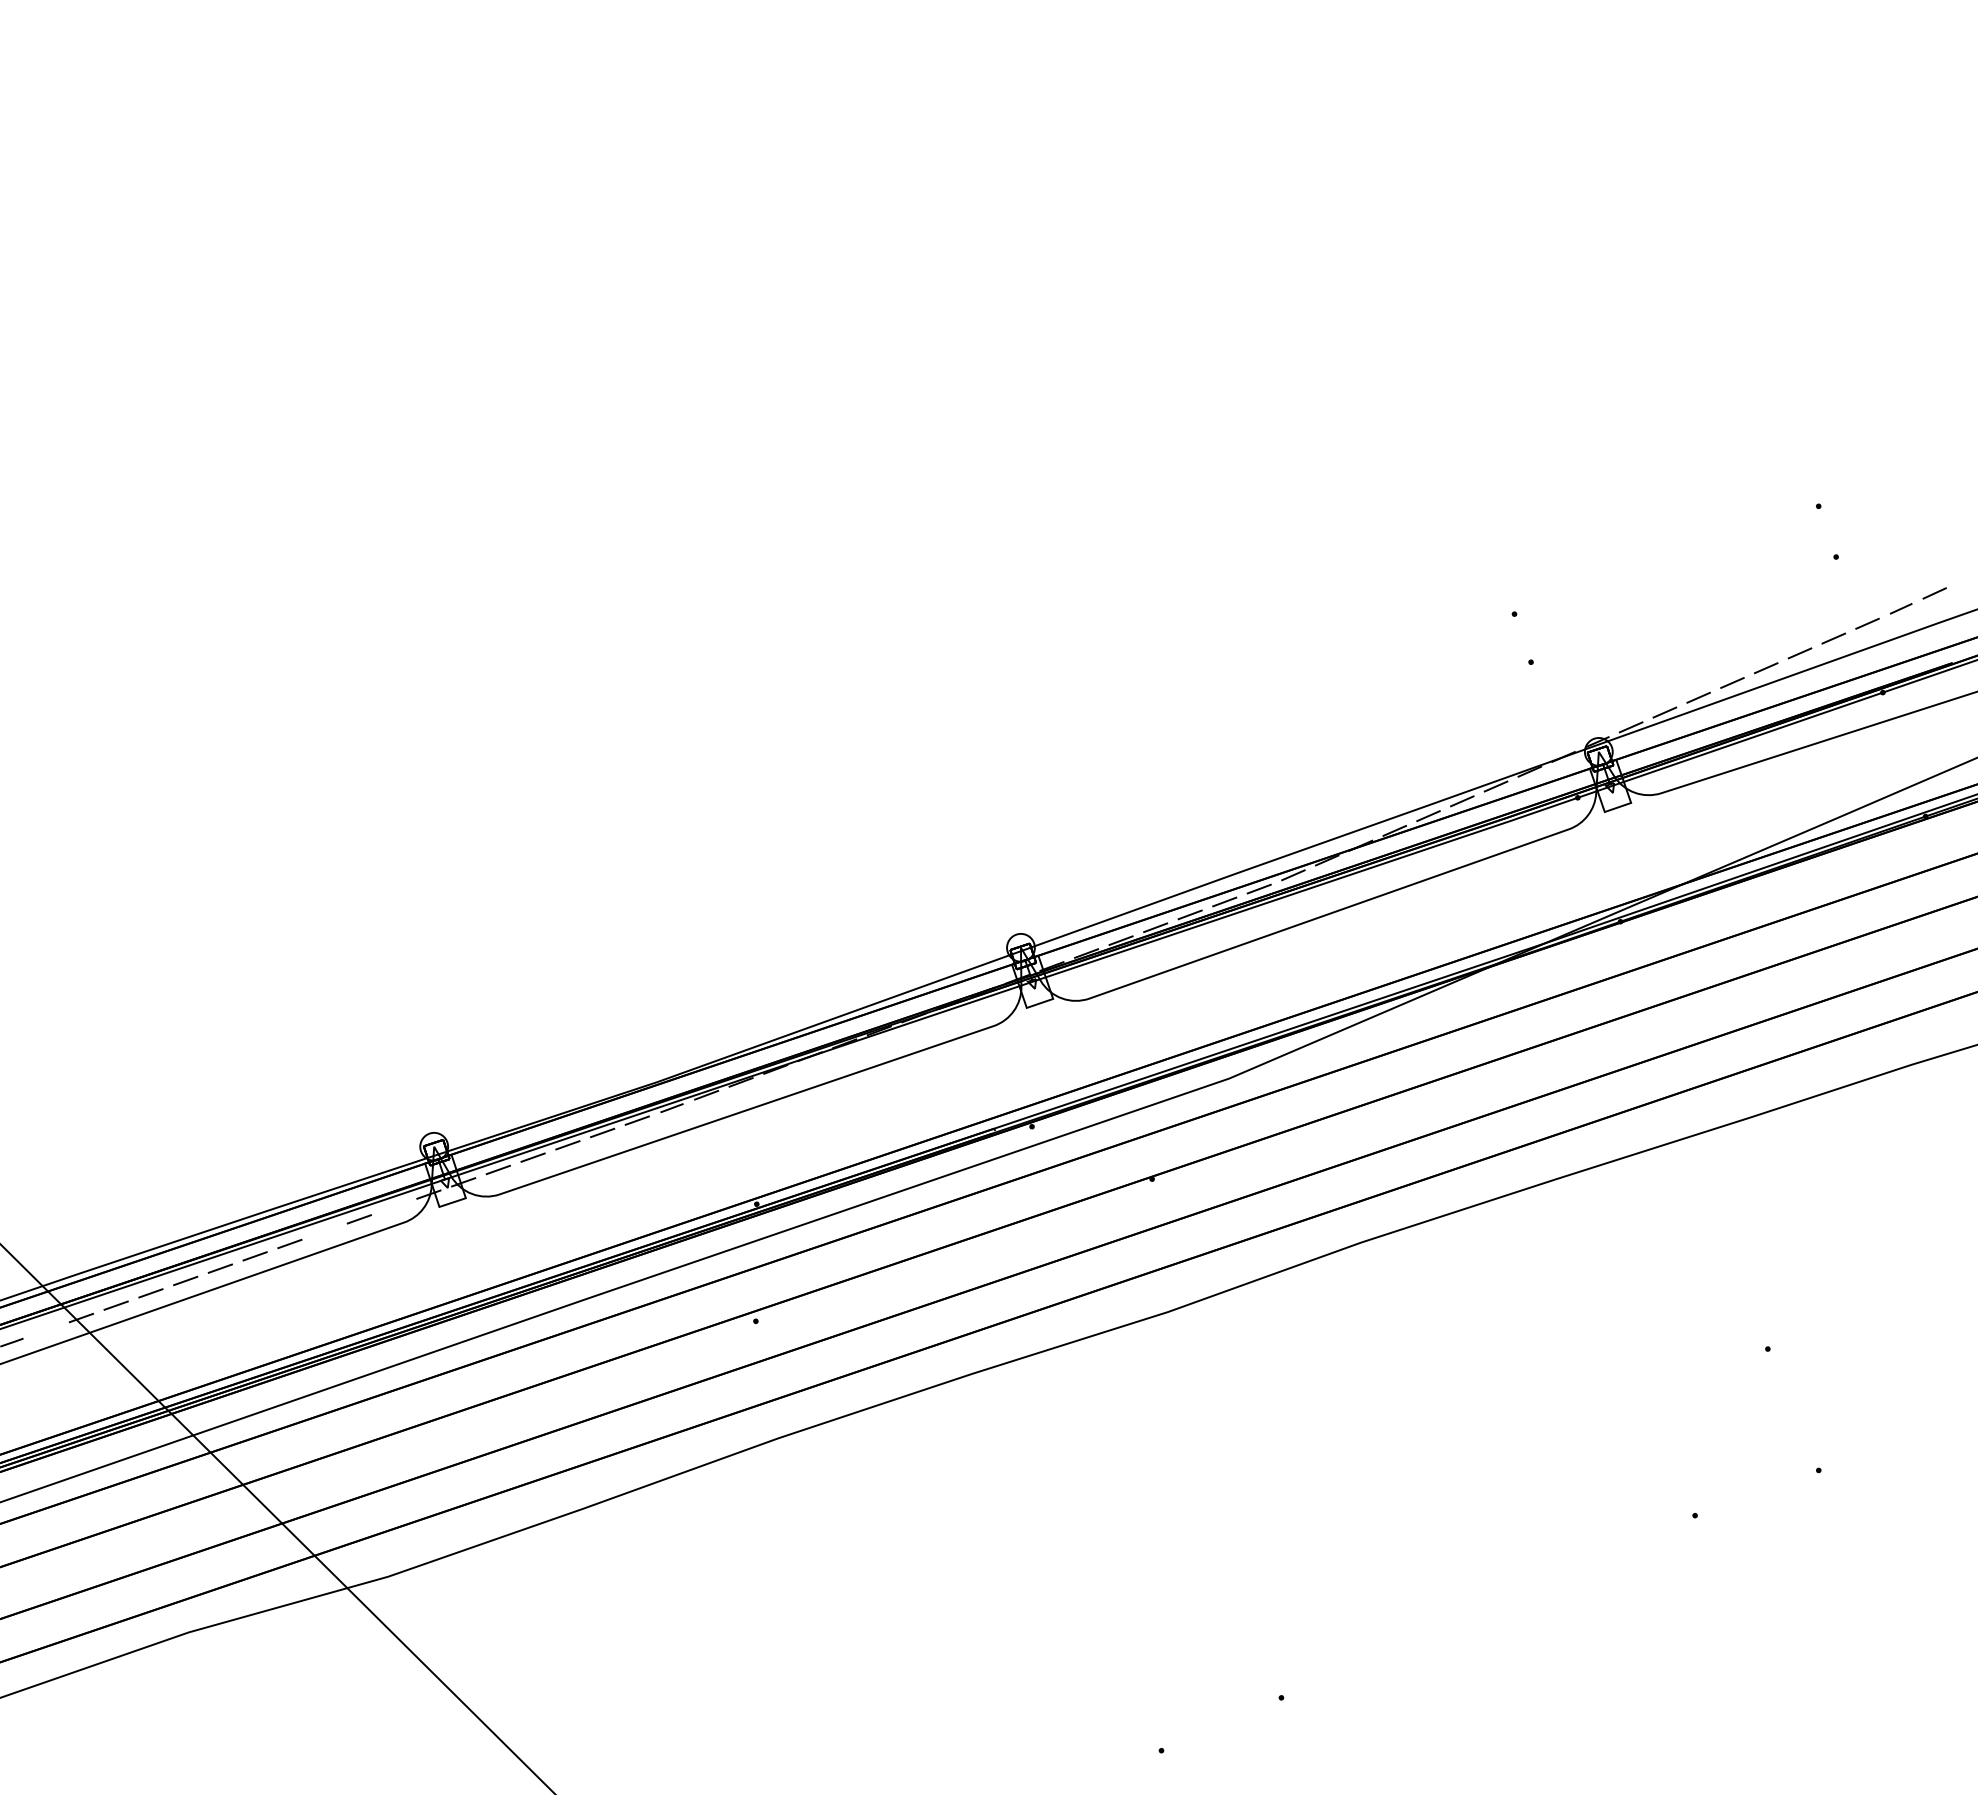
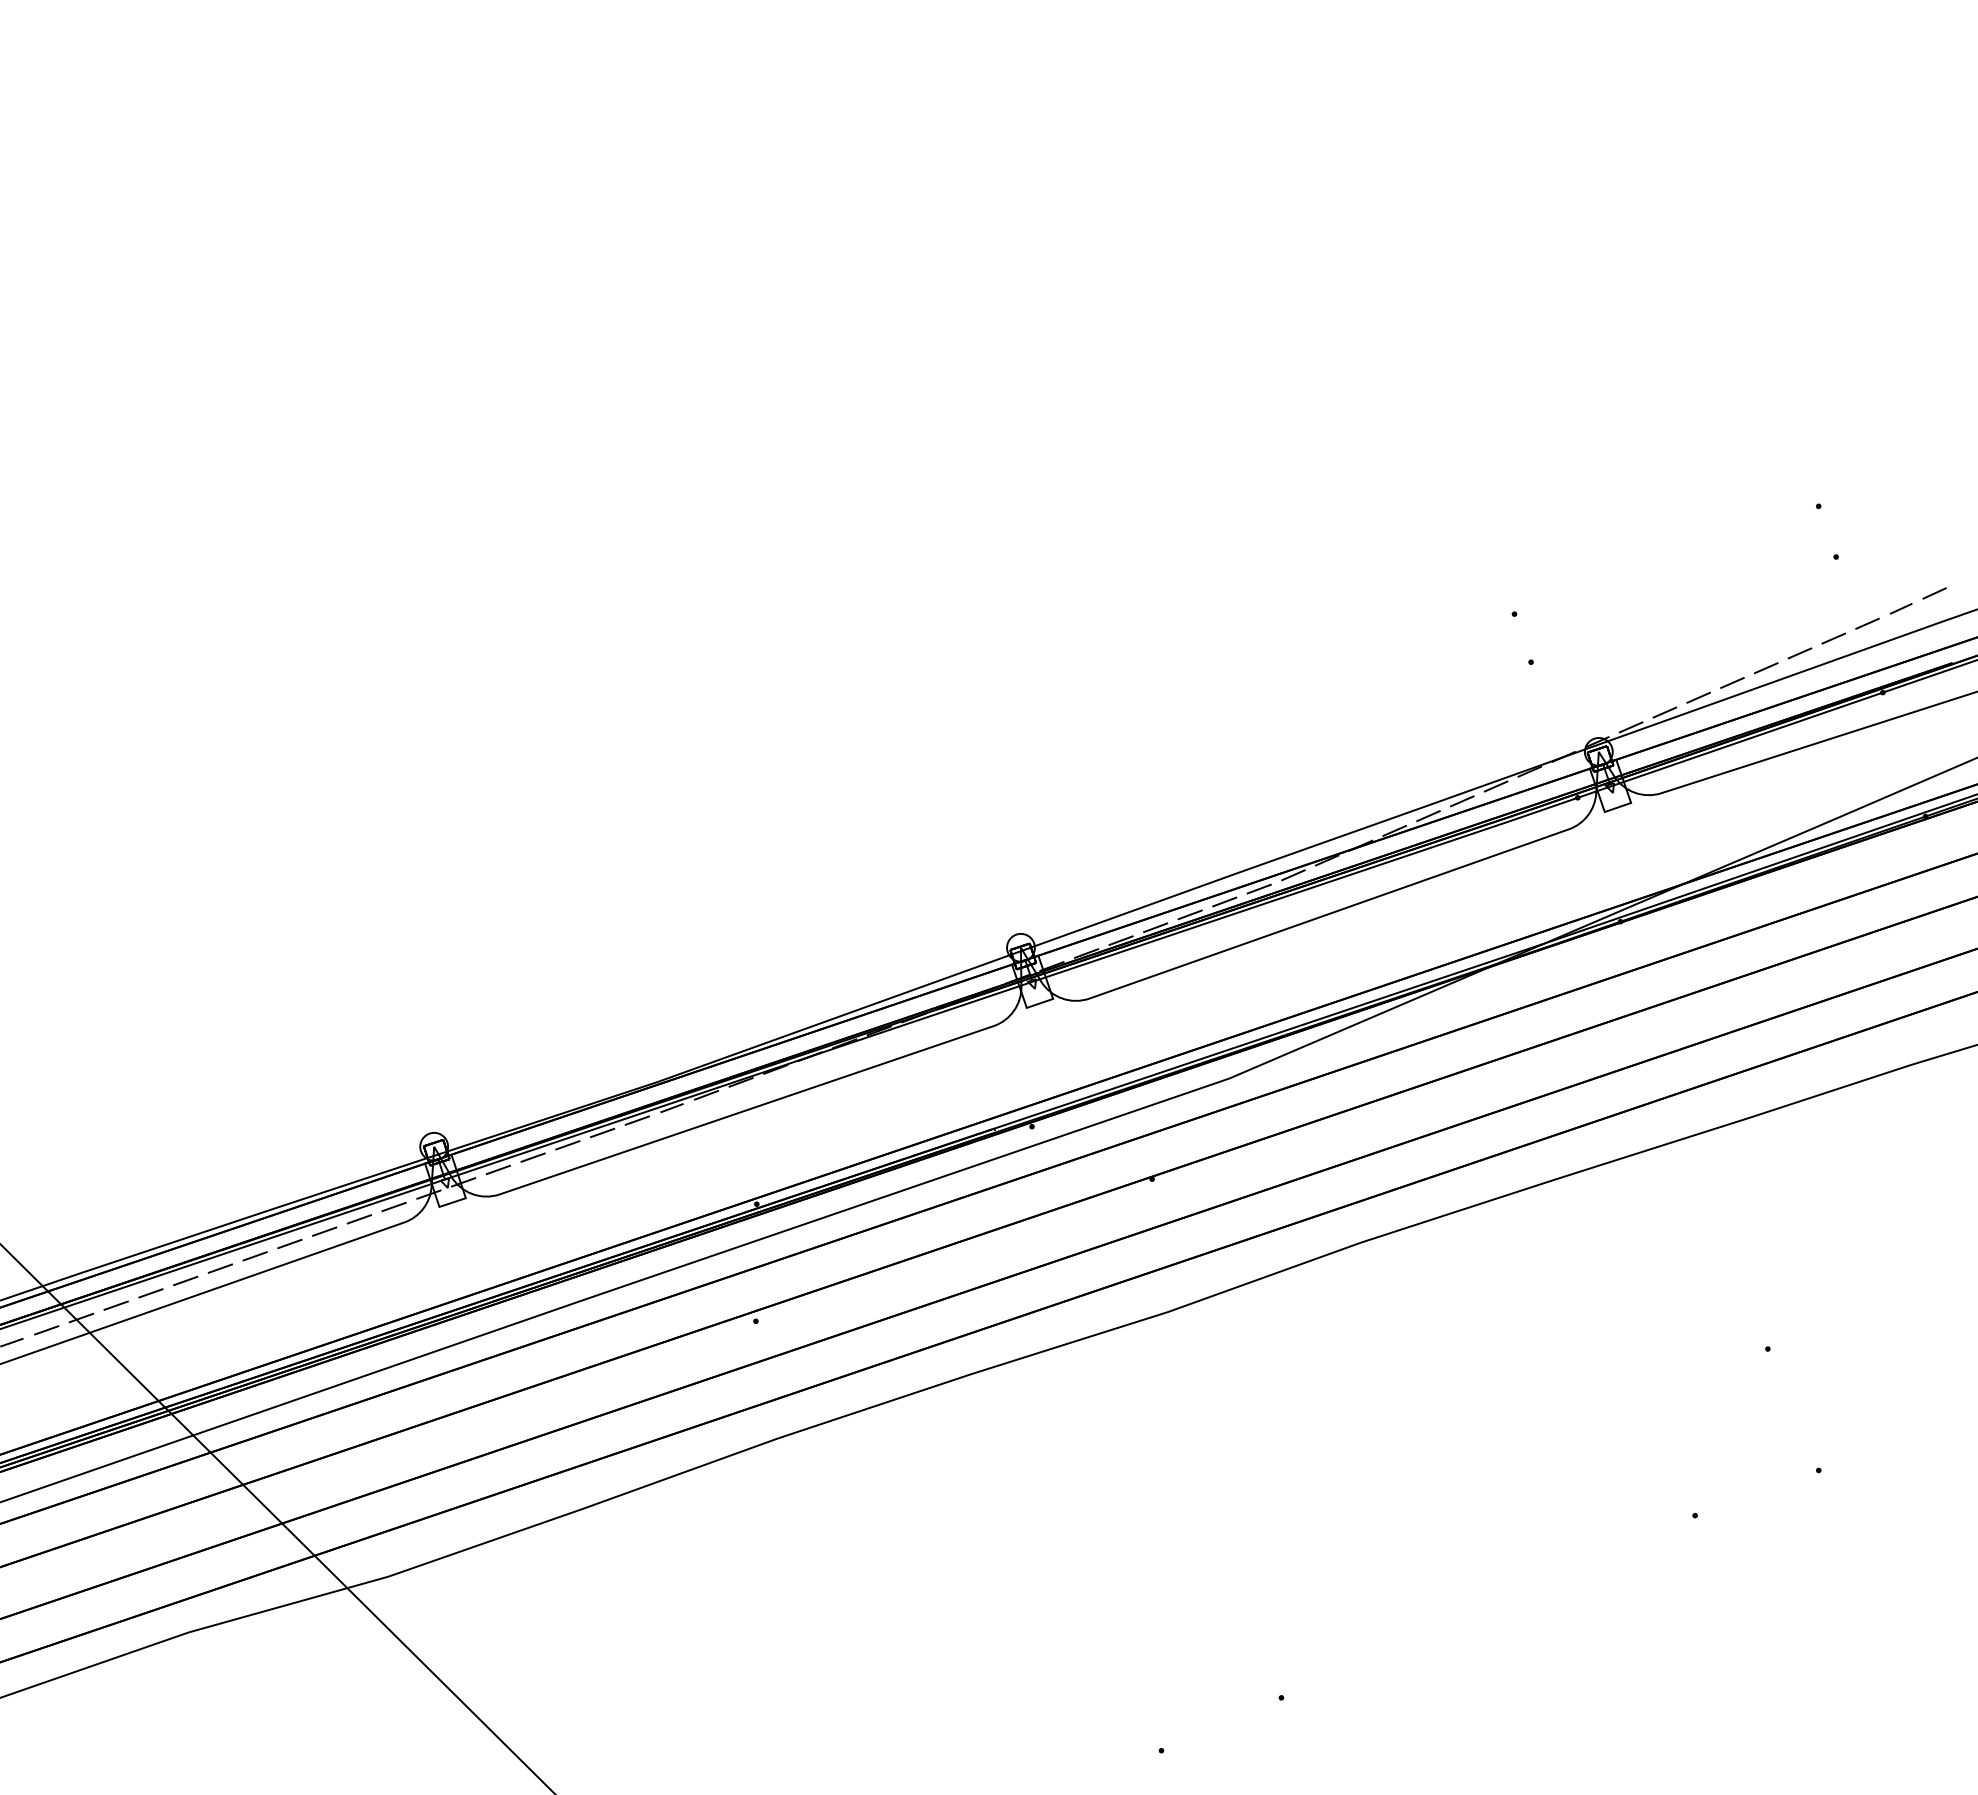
line at (393, 1207): none -> present
line at (324, 1231): none -> present
line at (46, 1330): none -> present
